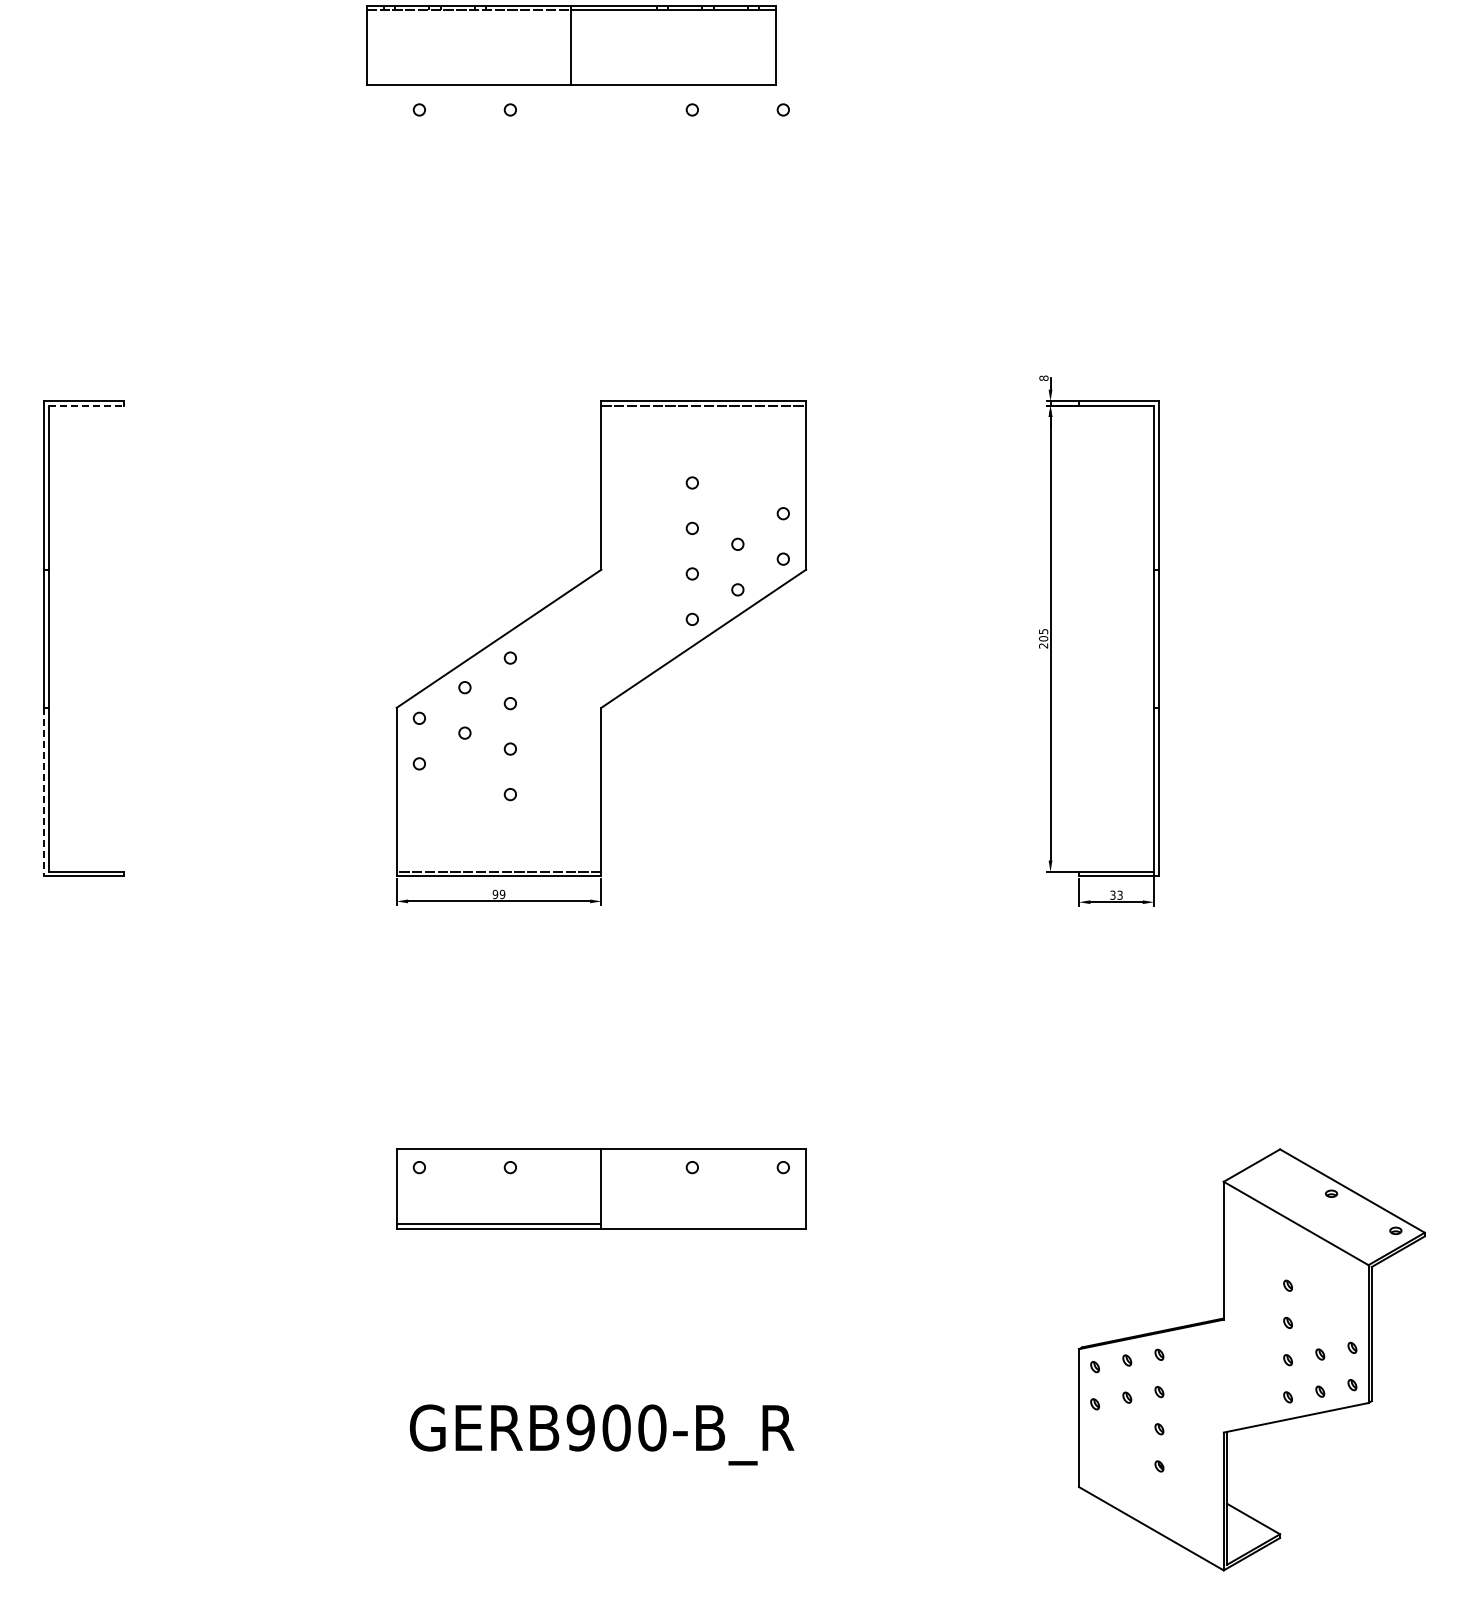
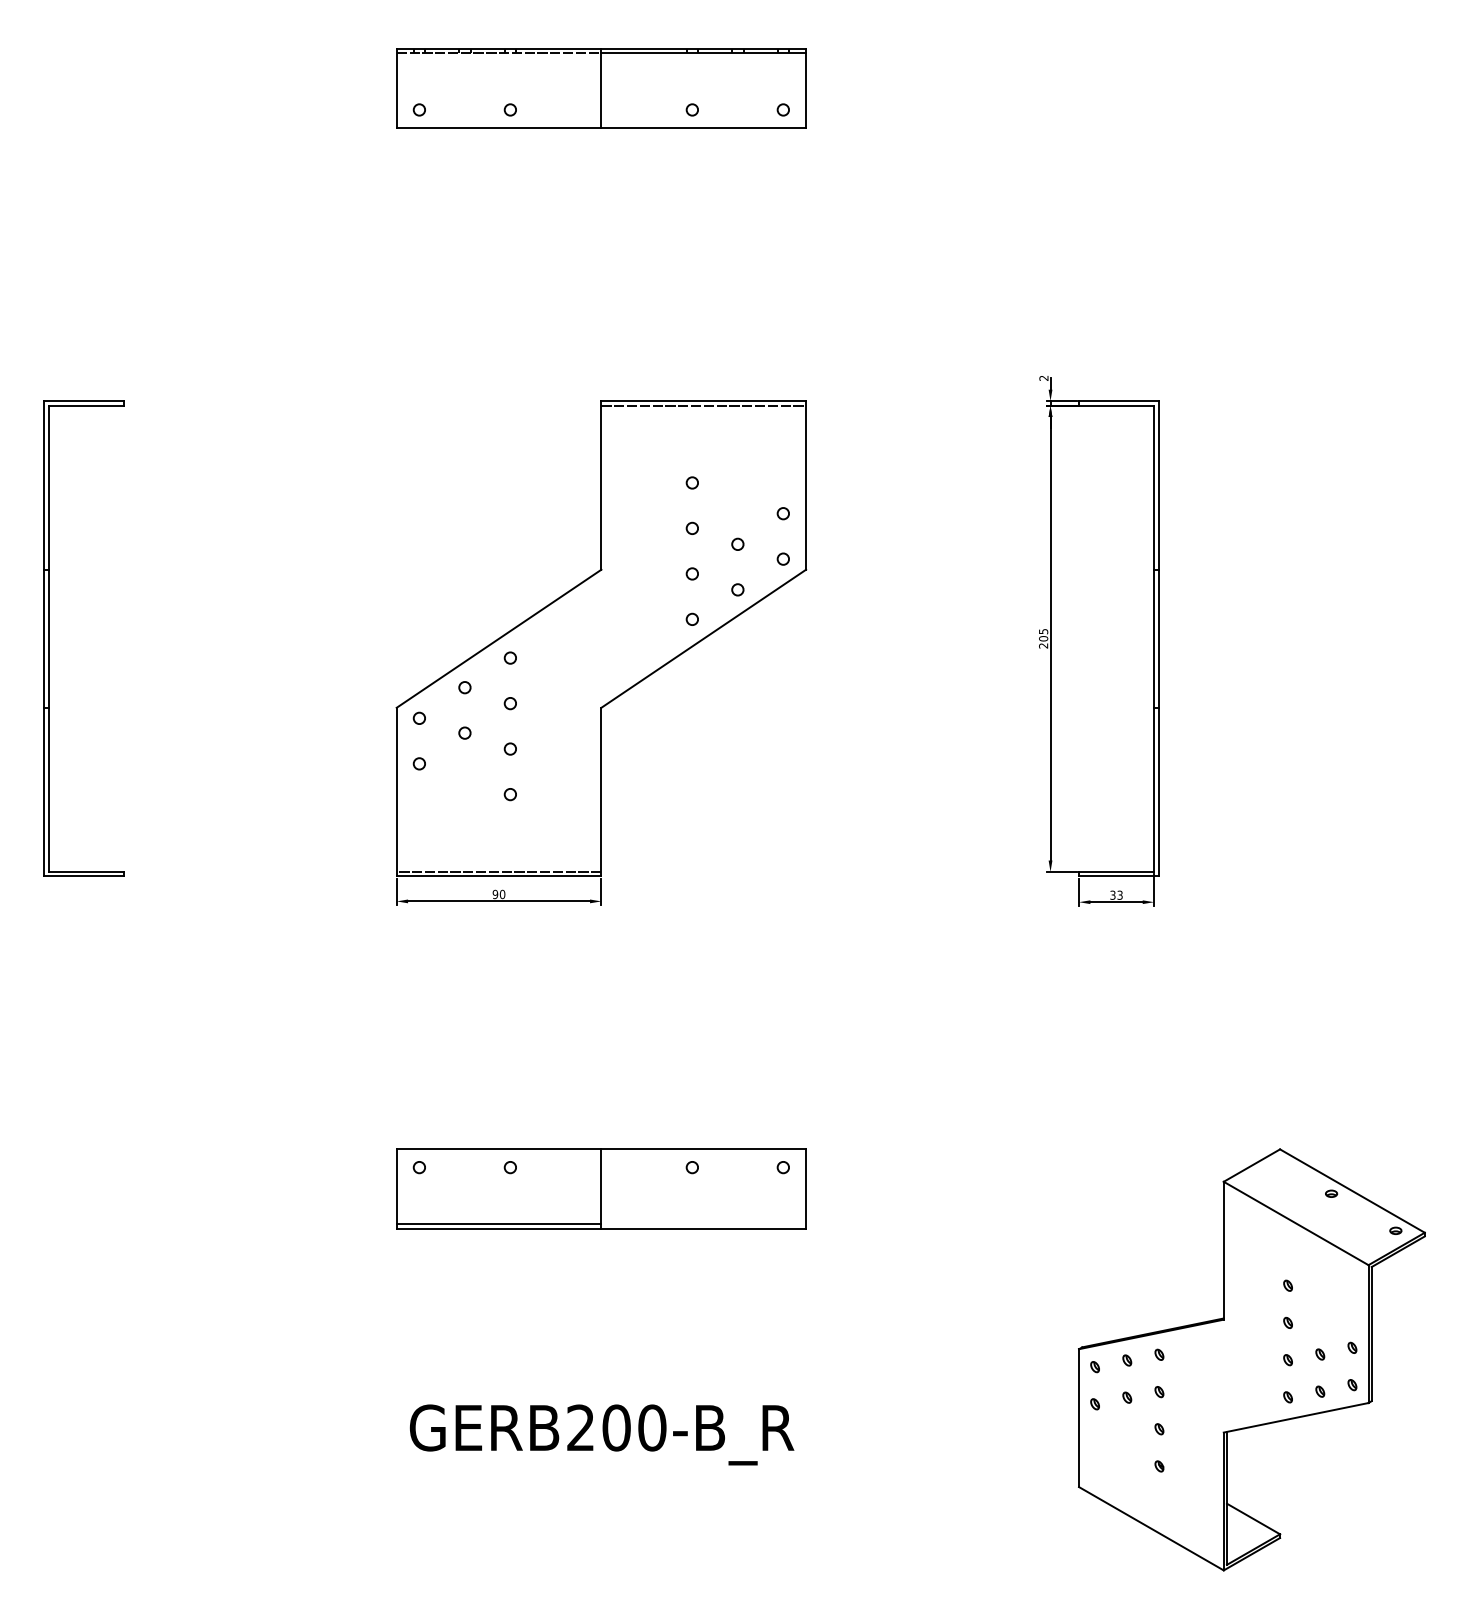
part at (571, 45) position: (571, 45) -> (601, 88)
text at (1043, 377): 8 -> 2
line at (86, 405): dashed -> solid
line at (44, 792): dashed -> solid
text at (502, 894): 99 -> 90
text at (580, 1427): GERB900-B_R -> GERB200-B_R
